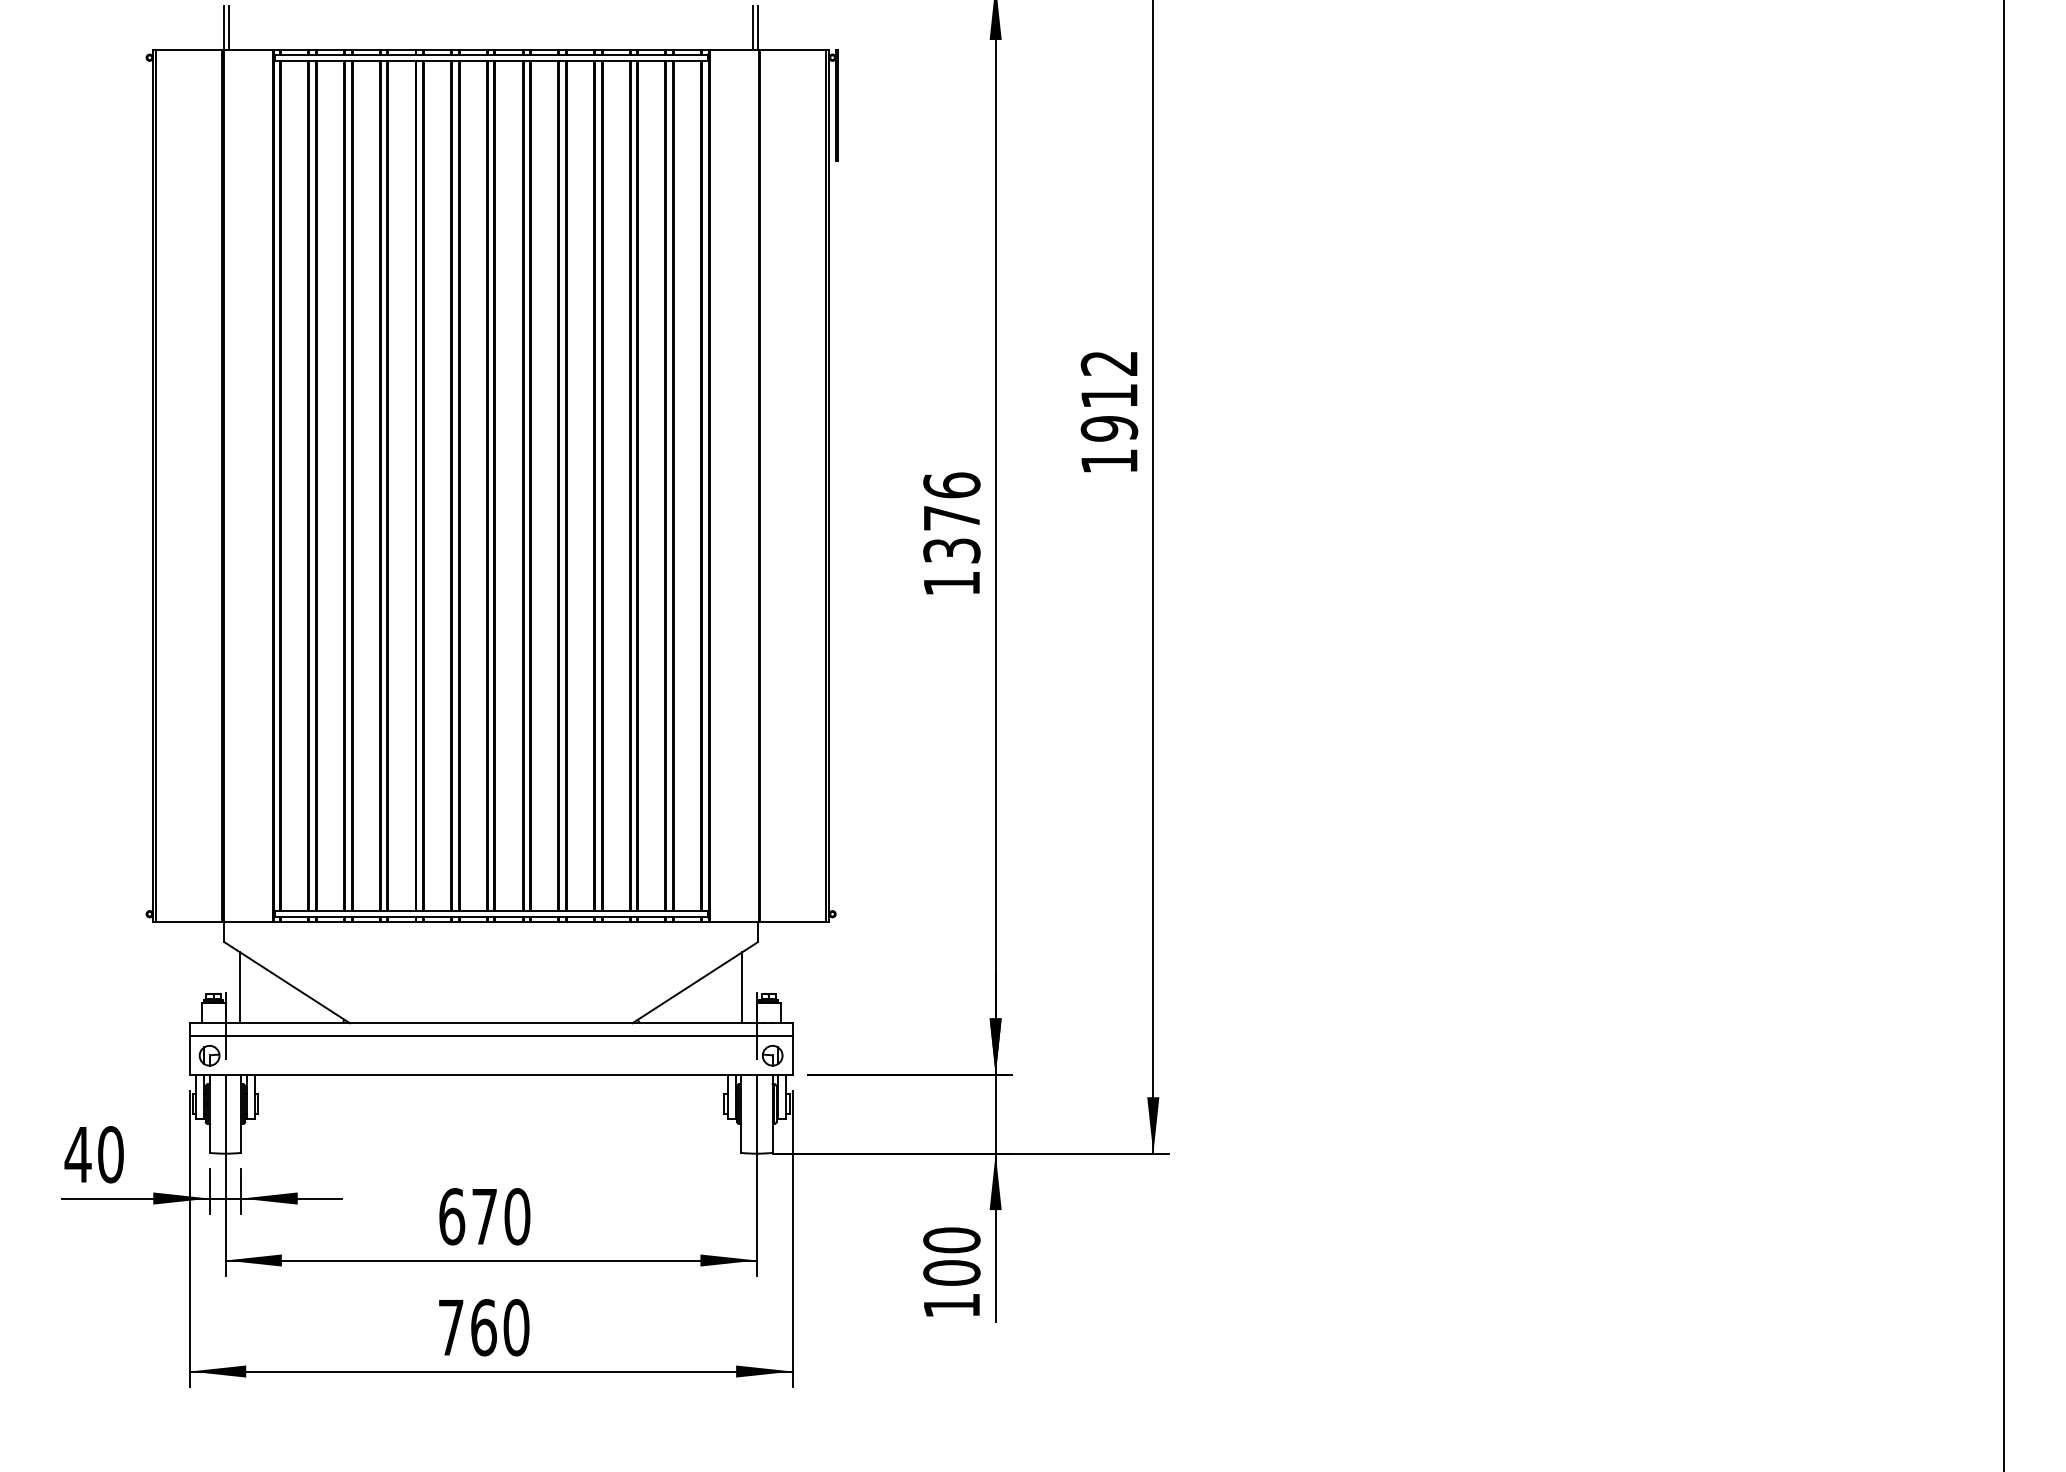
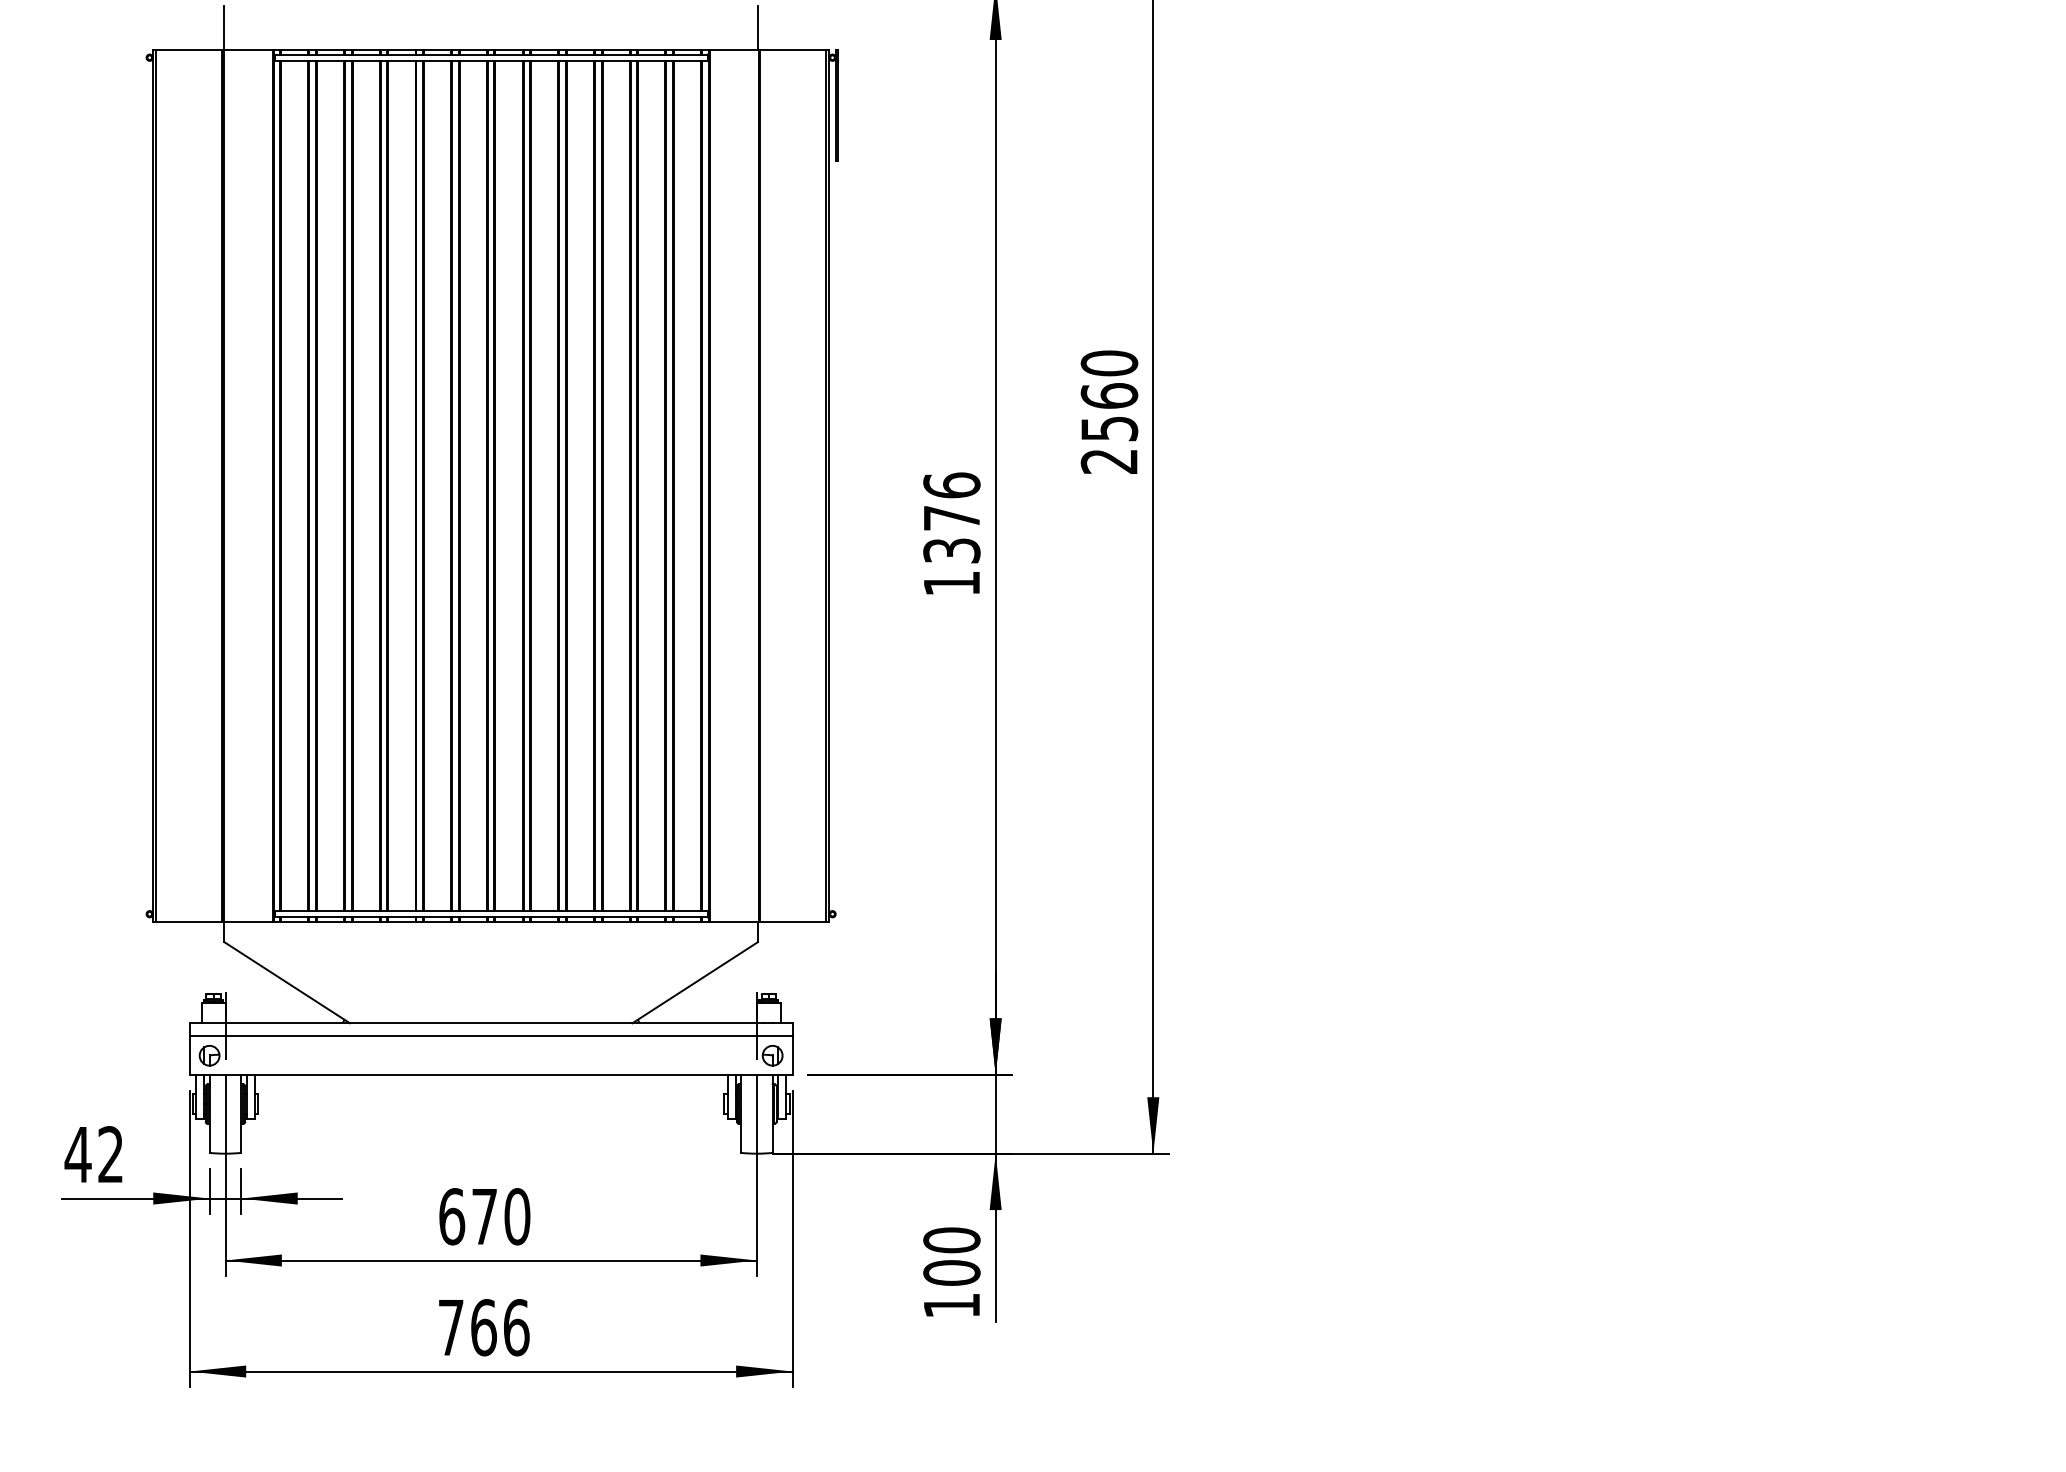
line at (229, 27): present -> none
line at (753, 27): present -> none
text at (1109, 411): 1912 -> 2560
line at (2004, 735): present -> none
line at (240, 987): present -> none
line at (742, 987): present -> none
text at (110, 1154): 40 -> 42
text at (516, 1327): 760 -> 766
